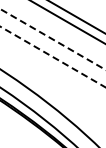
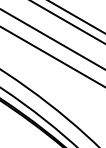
line at (53, 39): dashed -> solid
line at (53, 57): dashed -> solid
